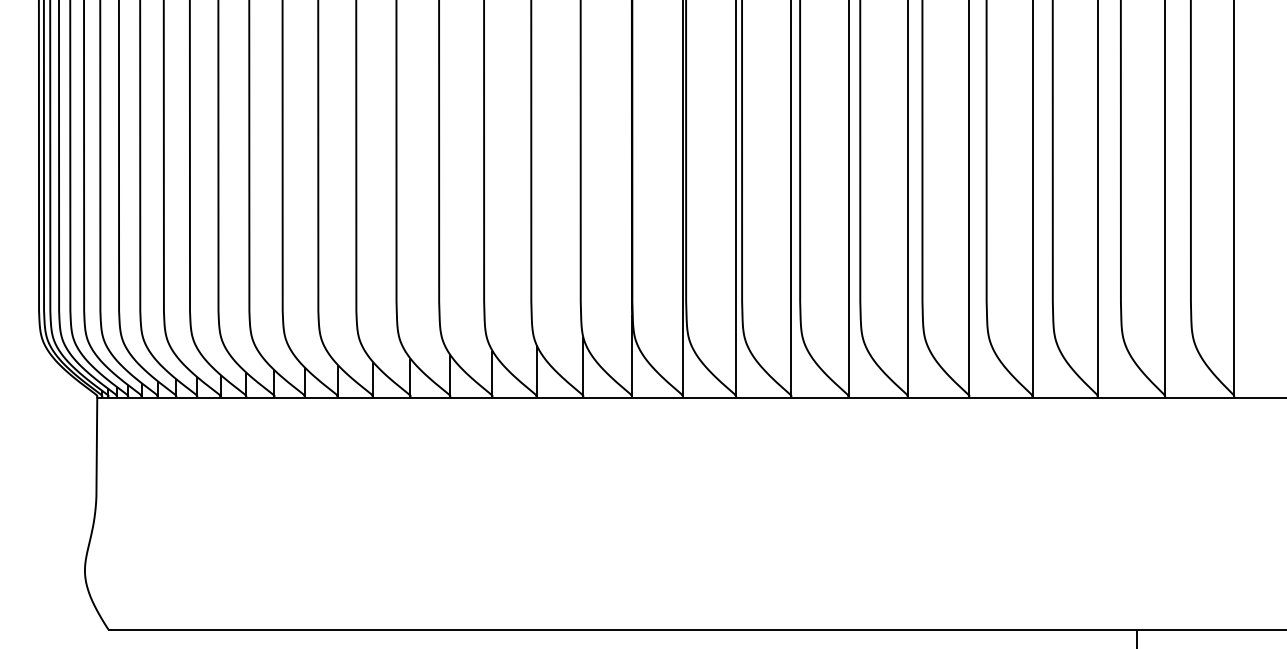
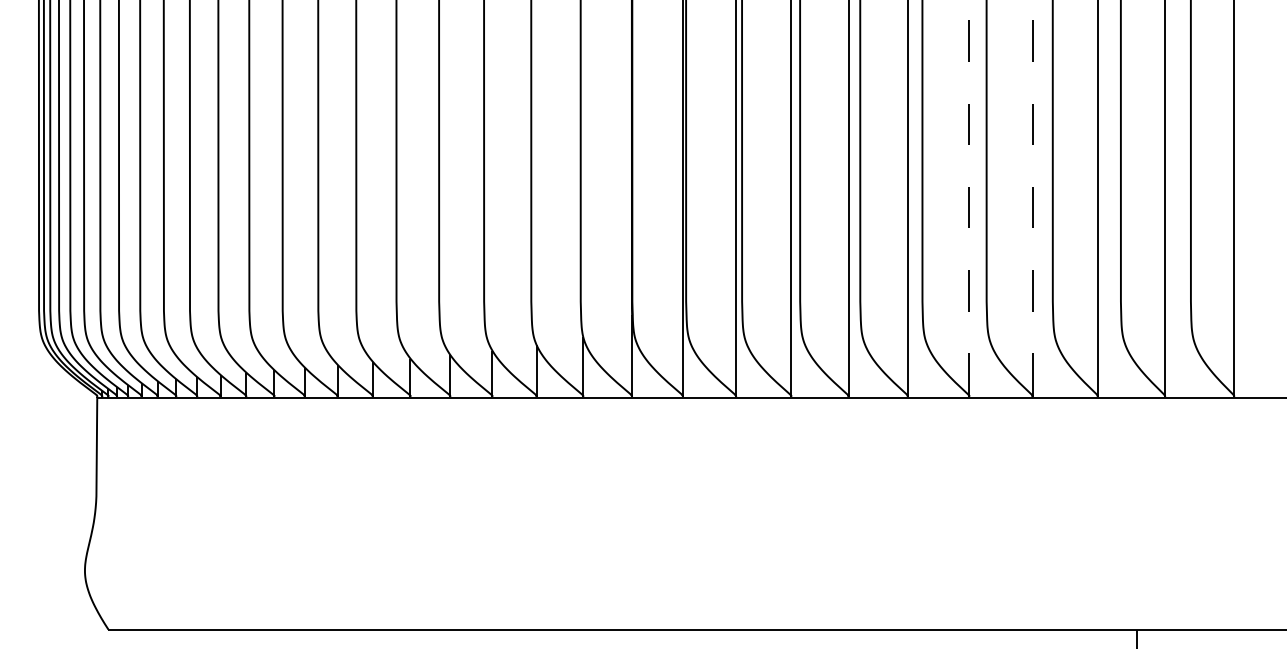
line at (969, 197): solid -> dashed
line at (1032, 197): solid -> dashed
